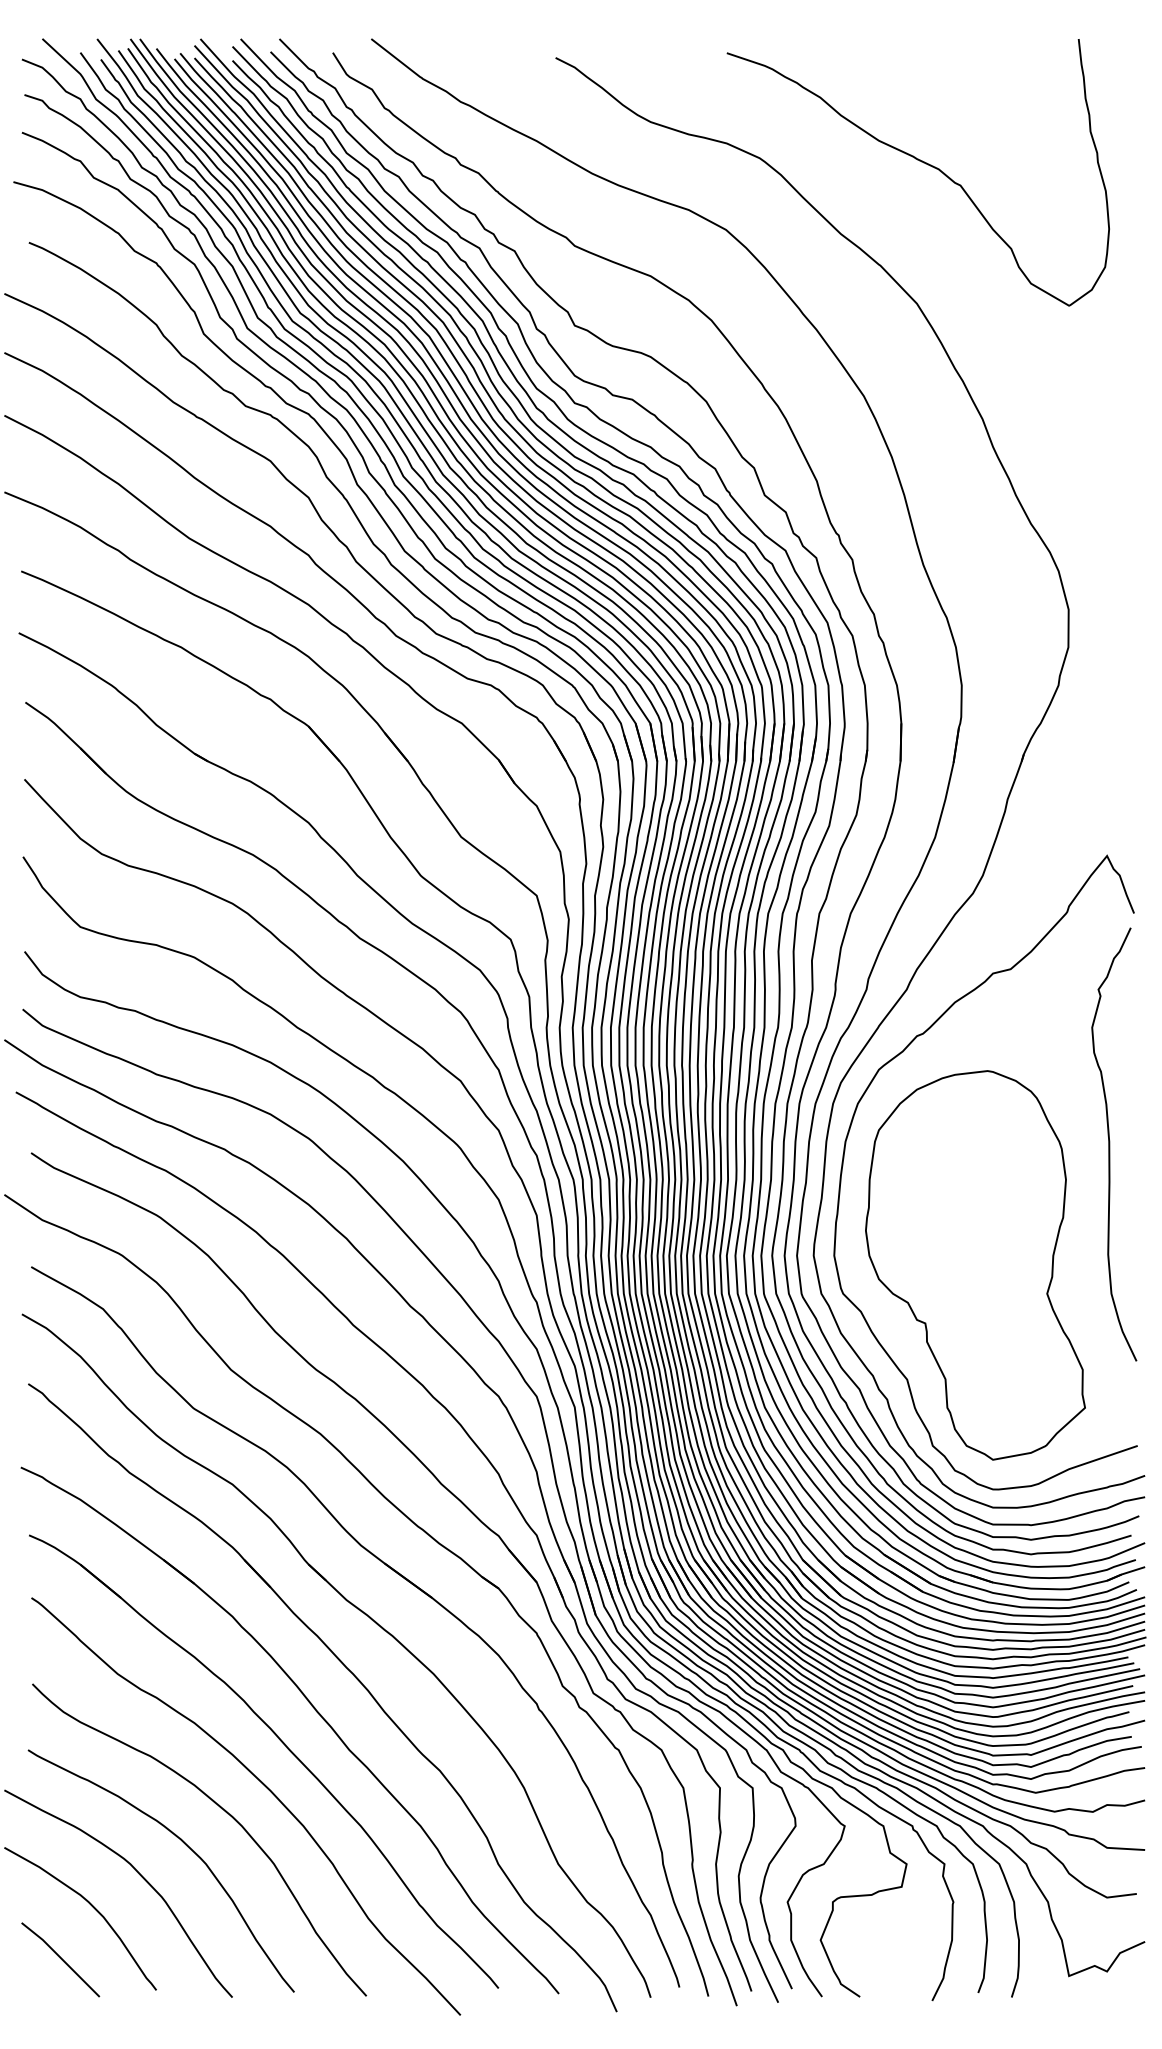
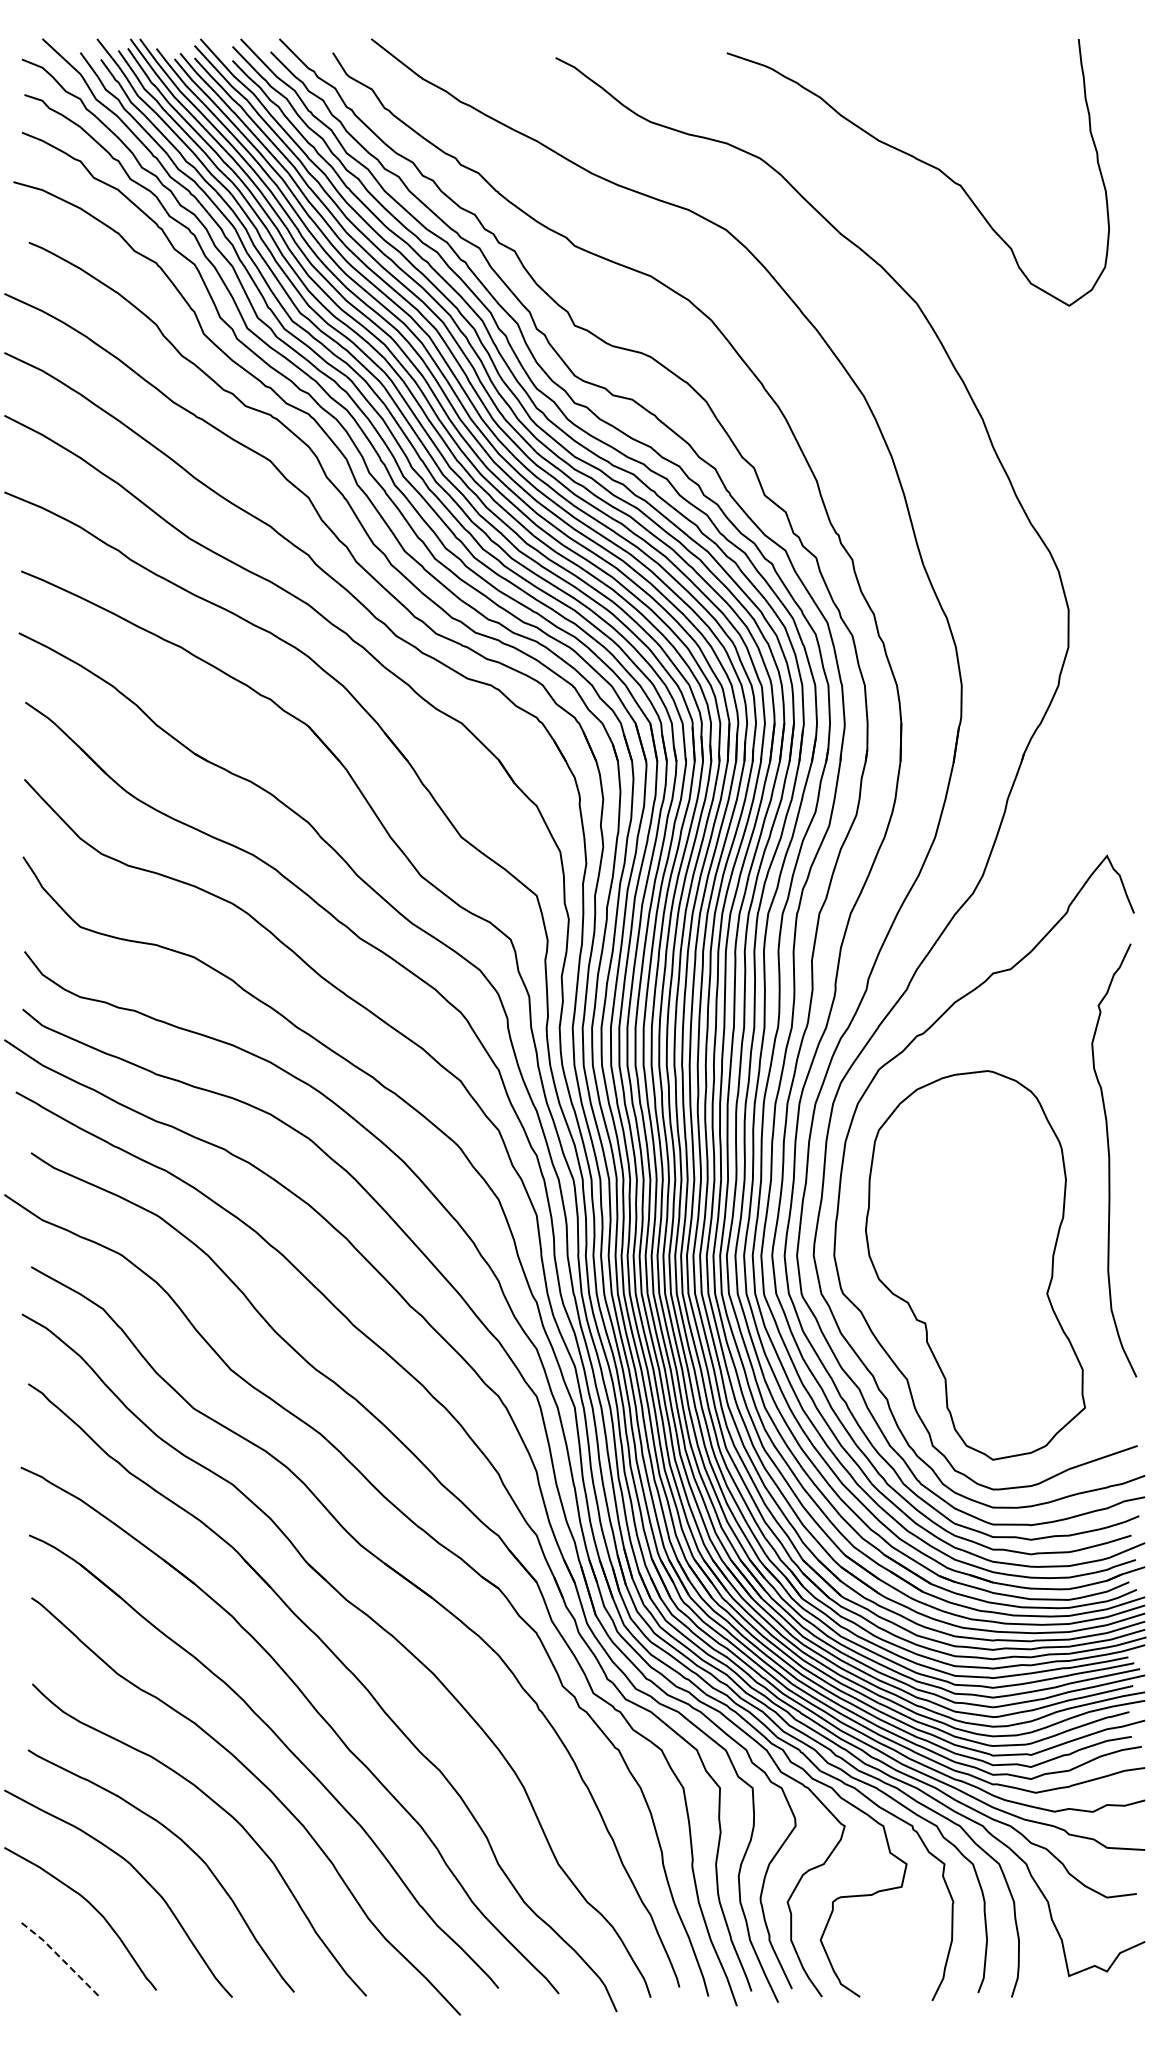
curve at (1110, 1144) position: (1110, 1144) -> (1110, 1160)
line at (61, 1958): solid -> dashed
